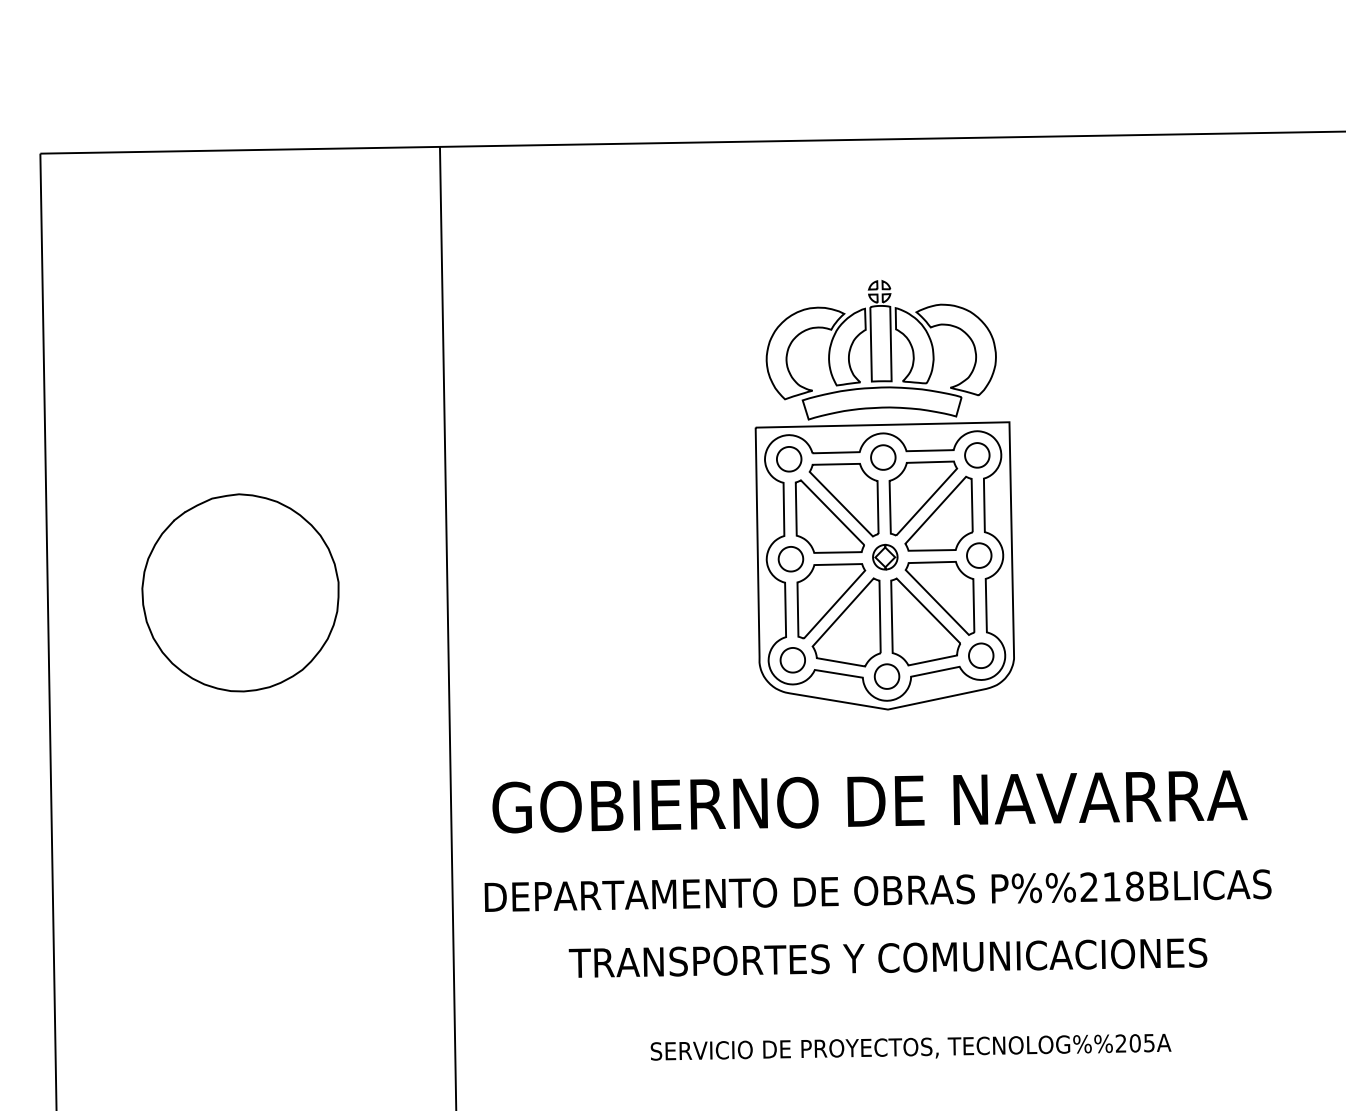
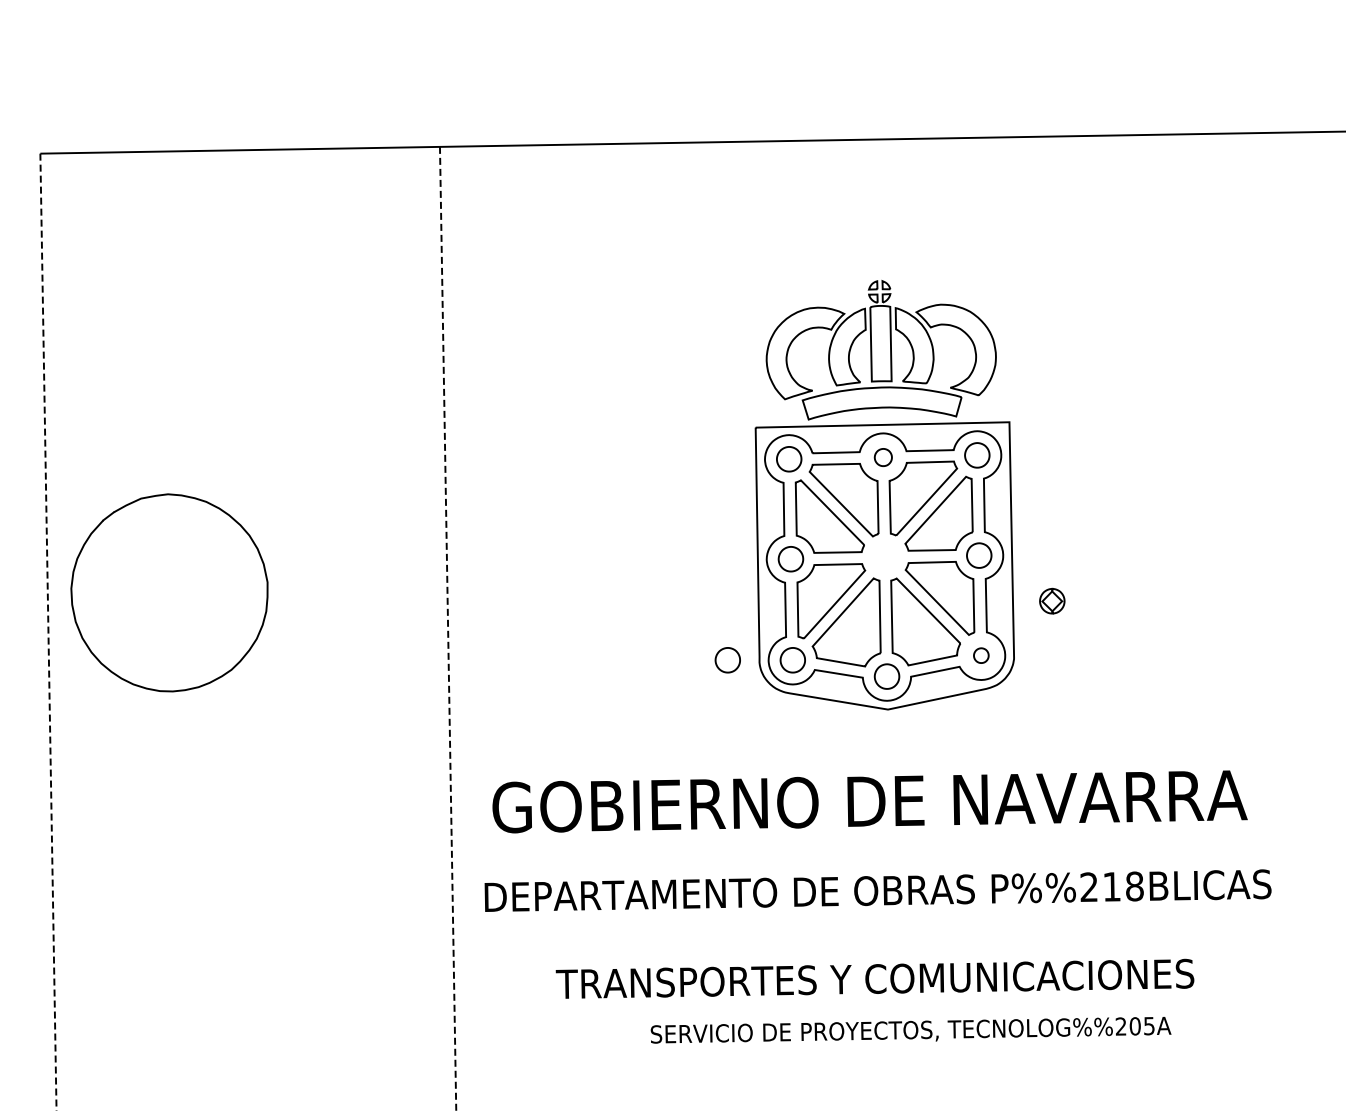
part at (883, 457) size: 27x27 px -> 20x19 px
part at (885, 556) position: (885, 556) -> (1052, 600)
part at (240, 592) position: (240, 592) -> (169, 592)
line at (448, 628): solid -> dashed
line at (48, 632): solid -> dashed
part at (981, 655) size: 27x27 px -> 17x17 px
part at (727, 660): none -> present
text at (887, 957) position: (887, 957) -> (874, 978)
text at (910, 1047) position: (910, 1047) -> (910, 1030)
